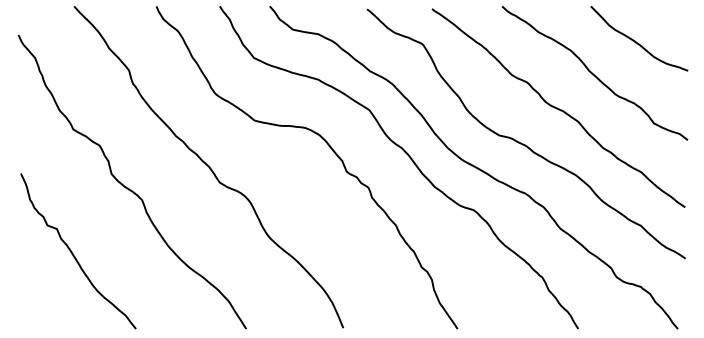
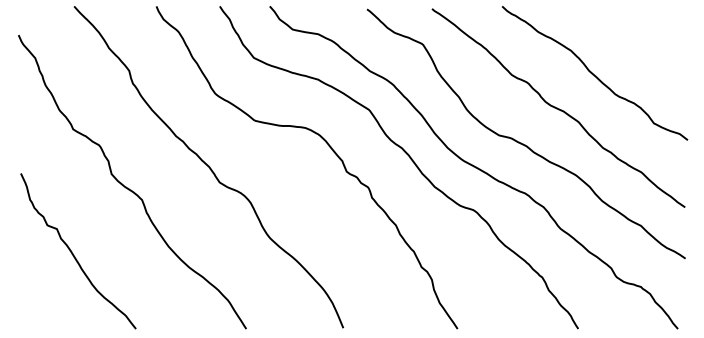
curve at (636, 41): present -> none
